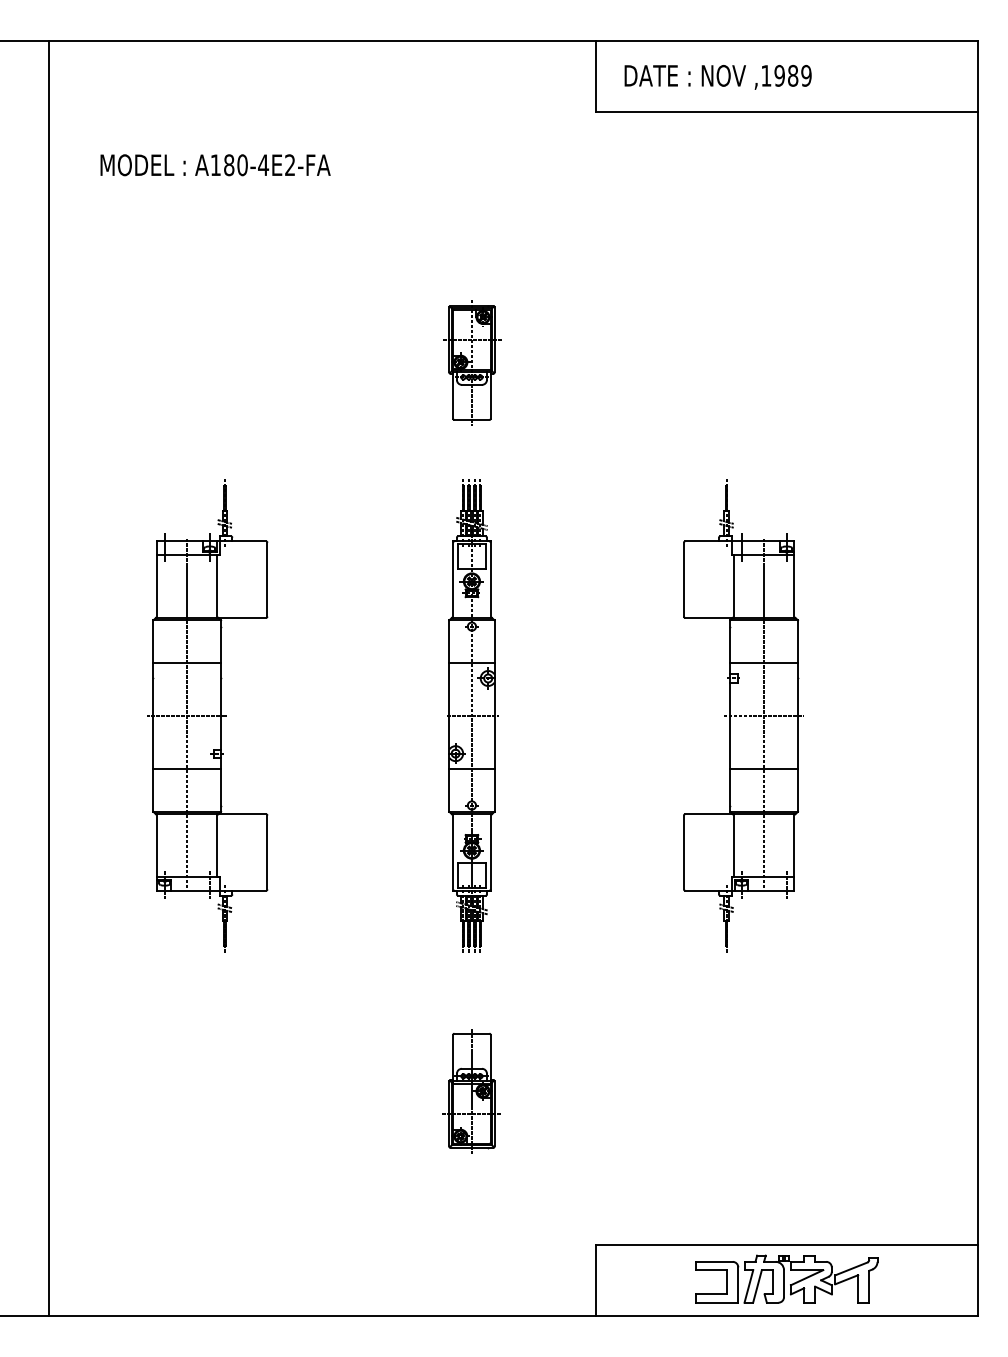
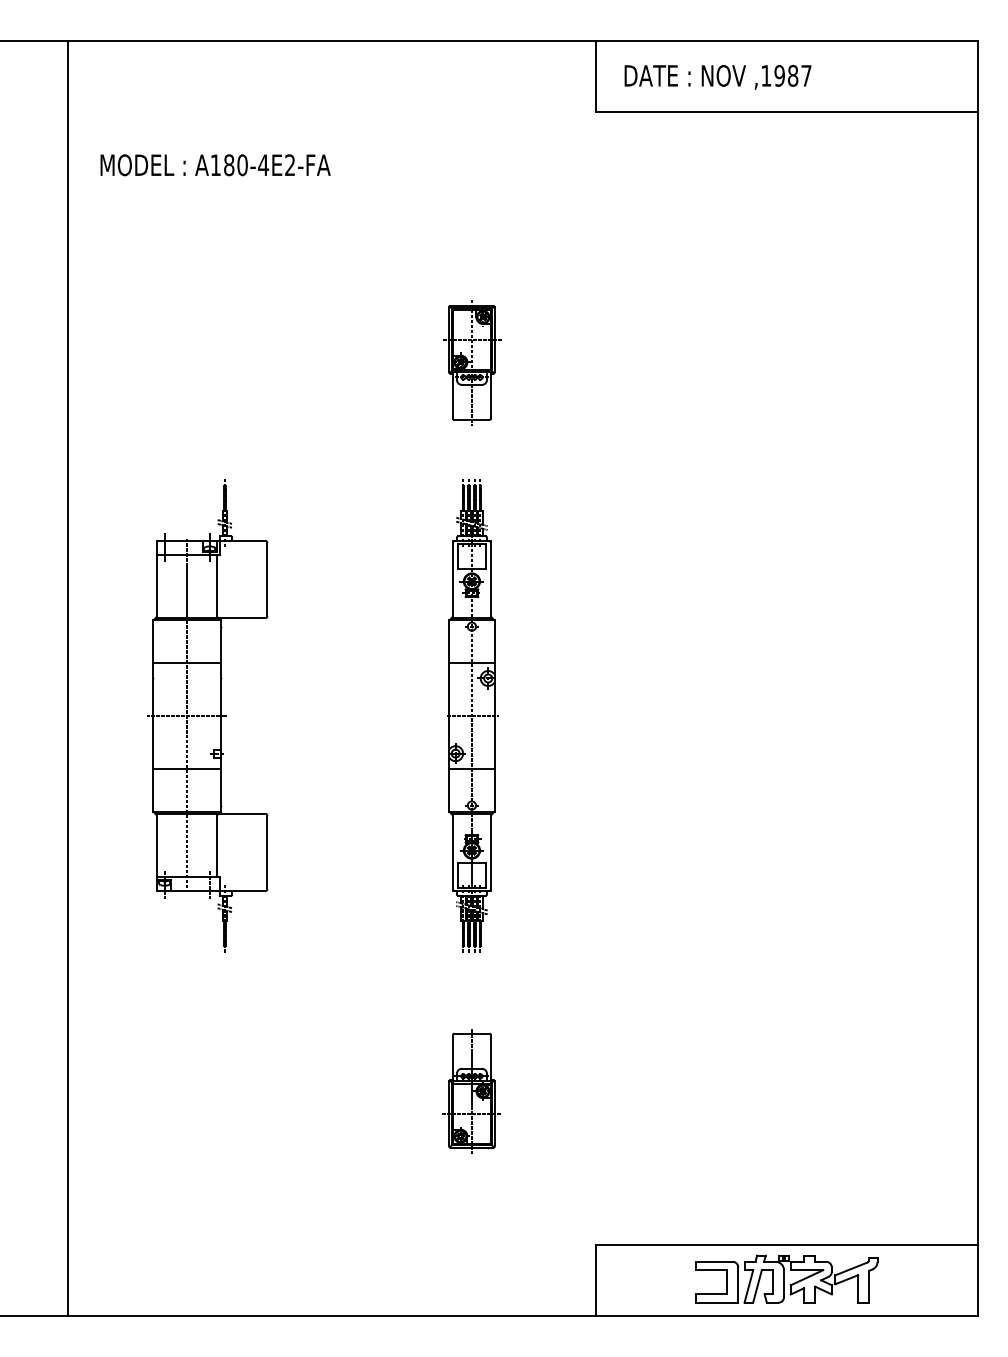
text at (806, 75): ,1989 -> ,1987
line at (48, 678) position: (48, 678) -> (67, 678)
part at (743, 715): present -> none
